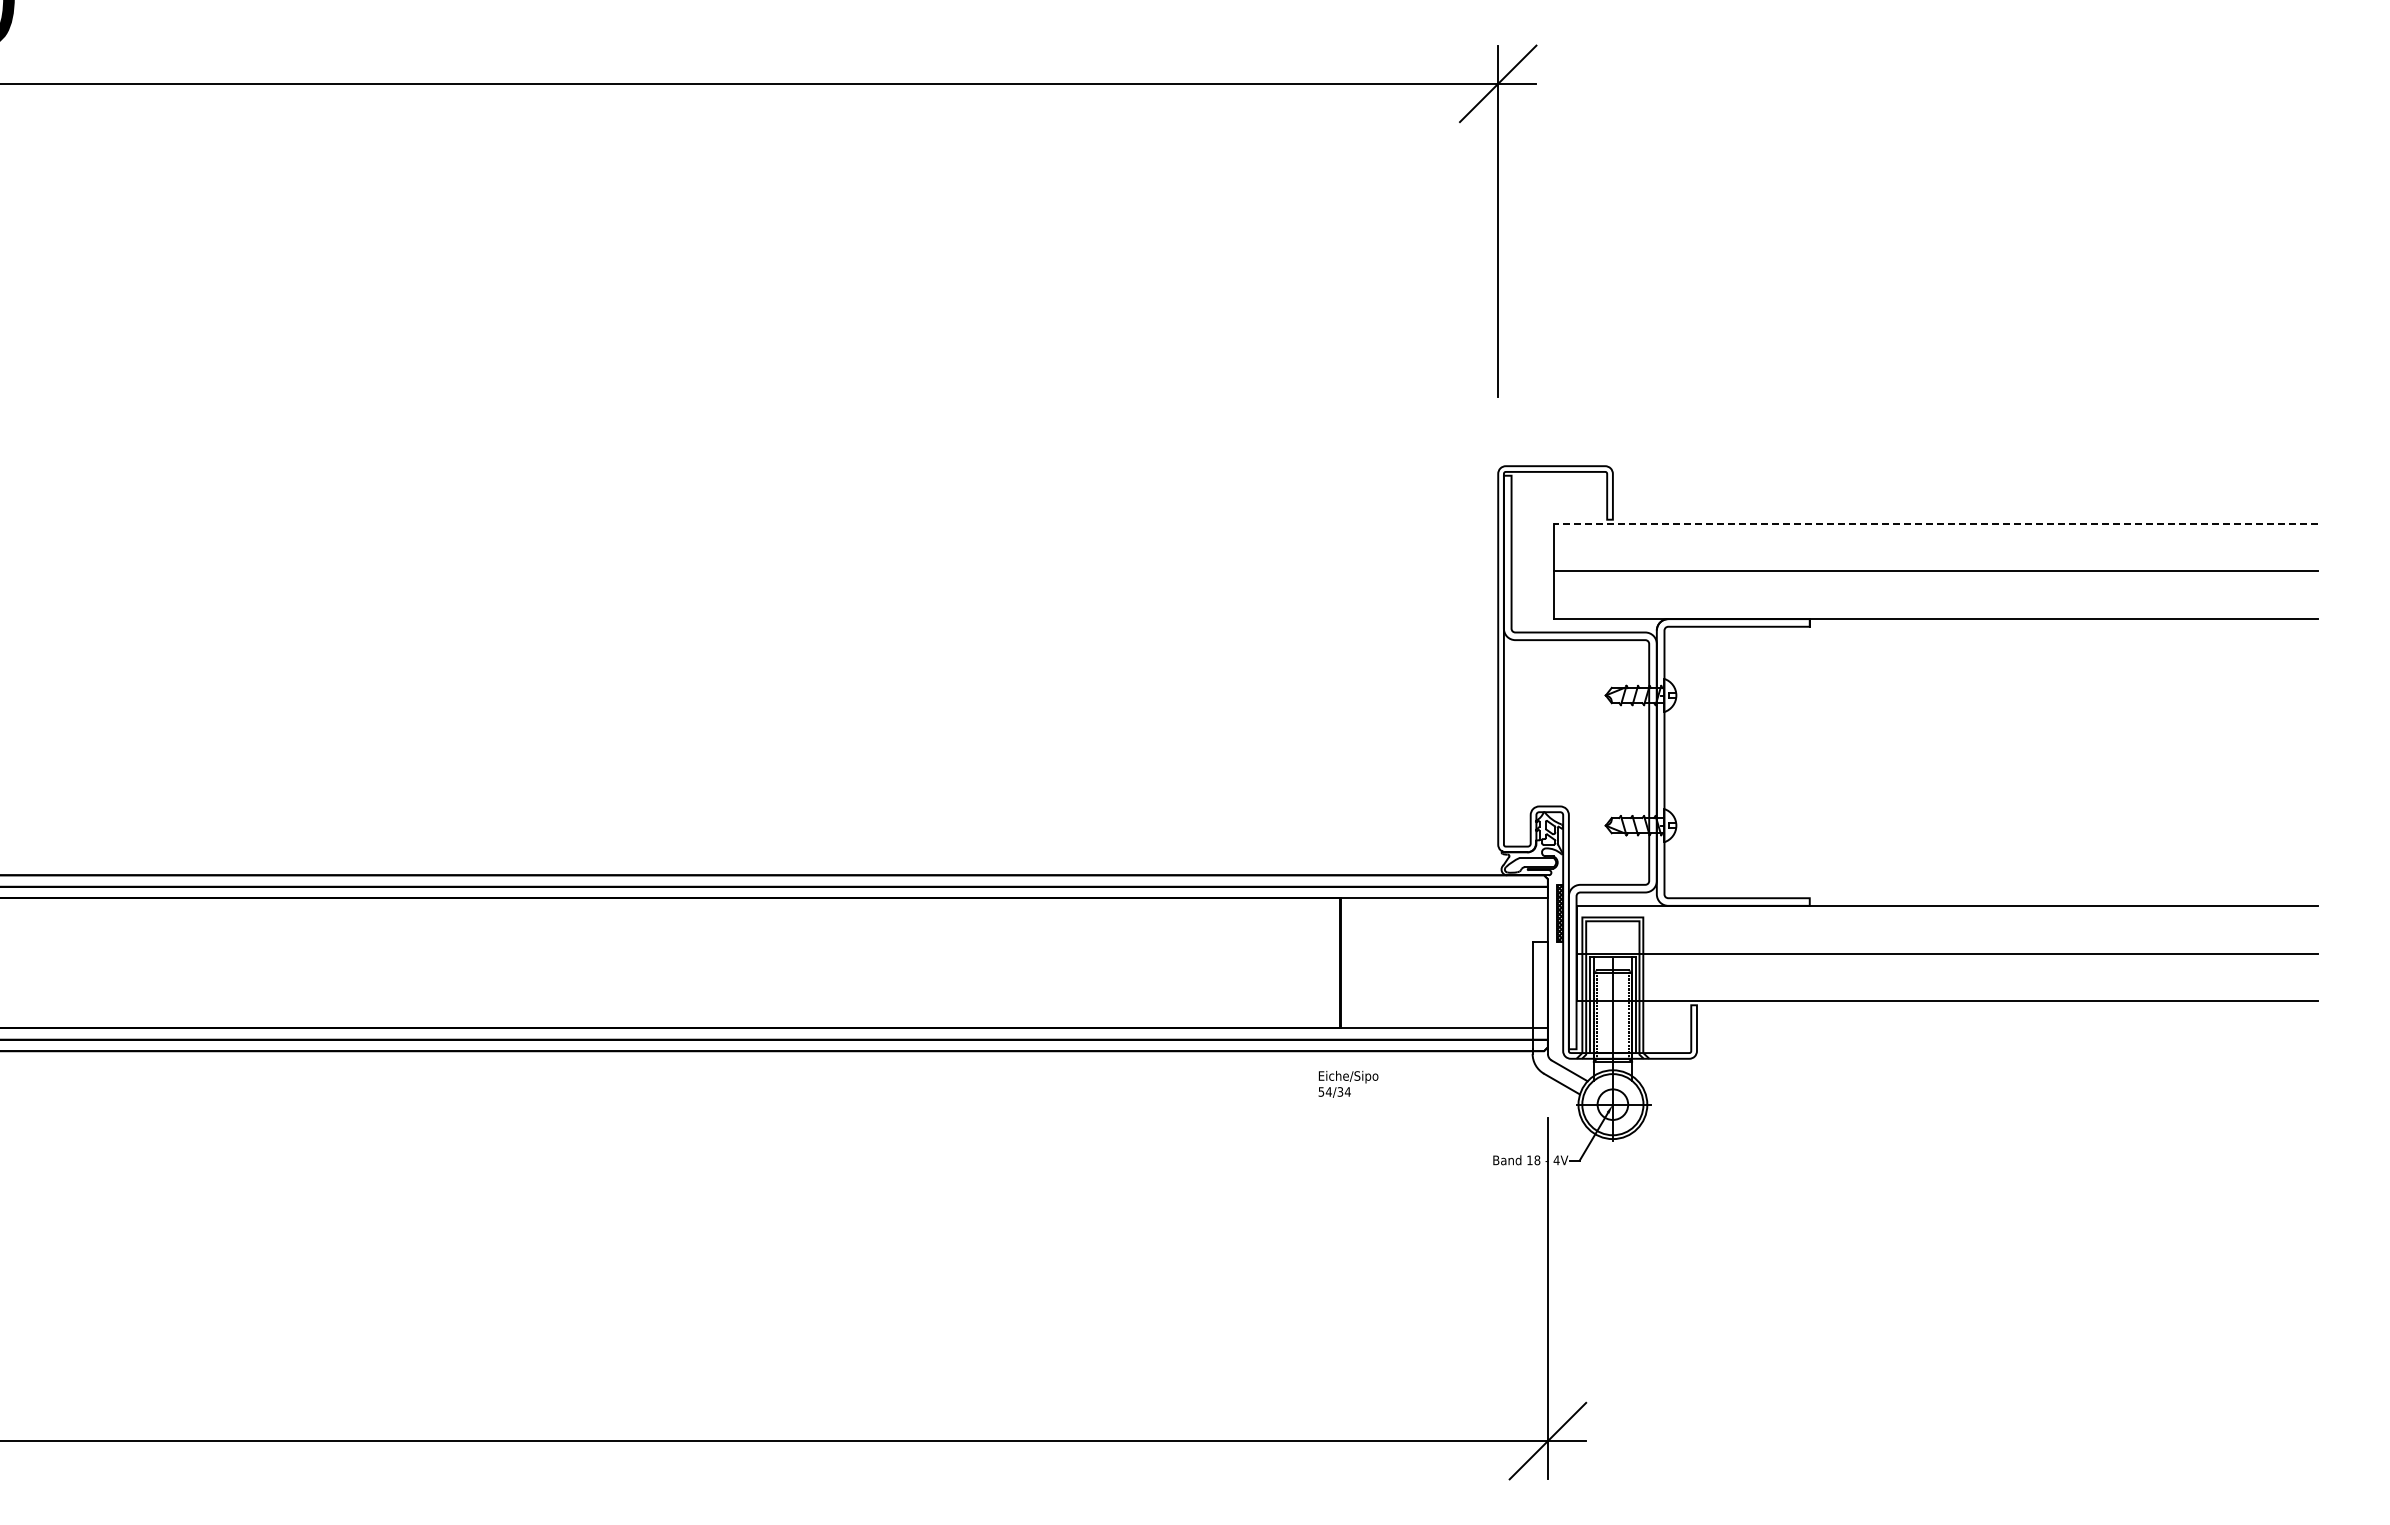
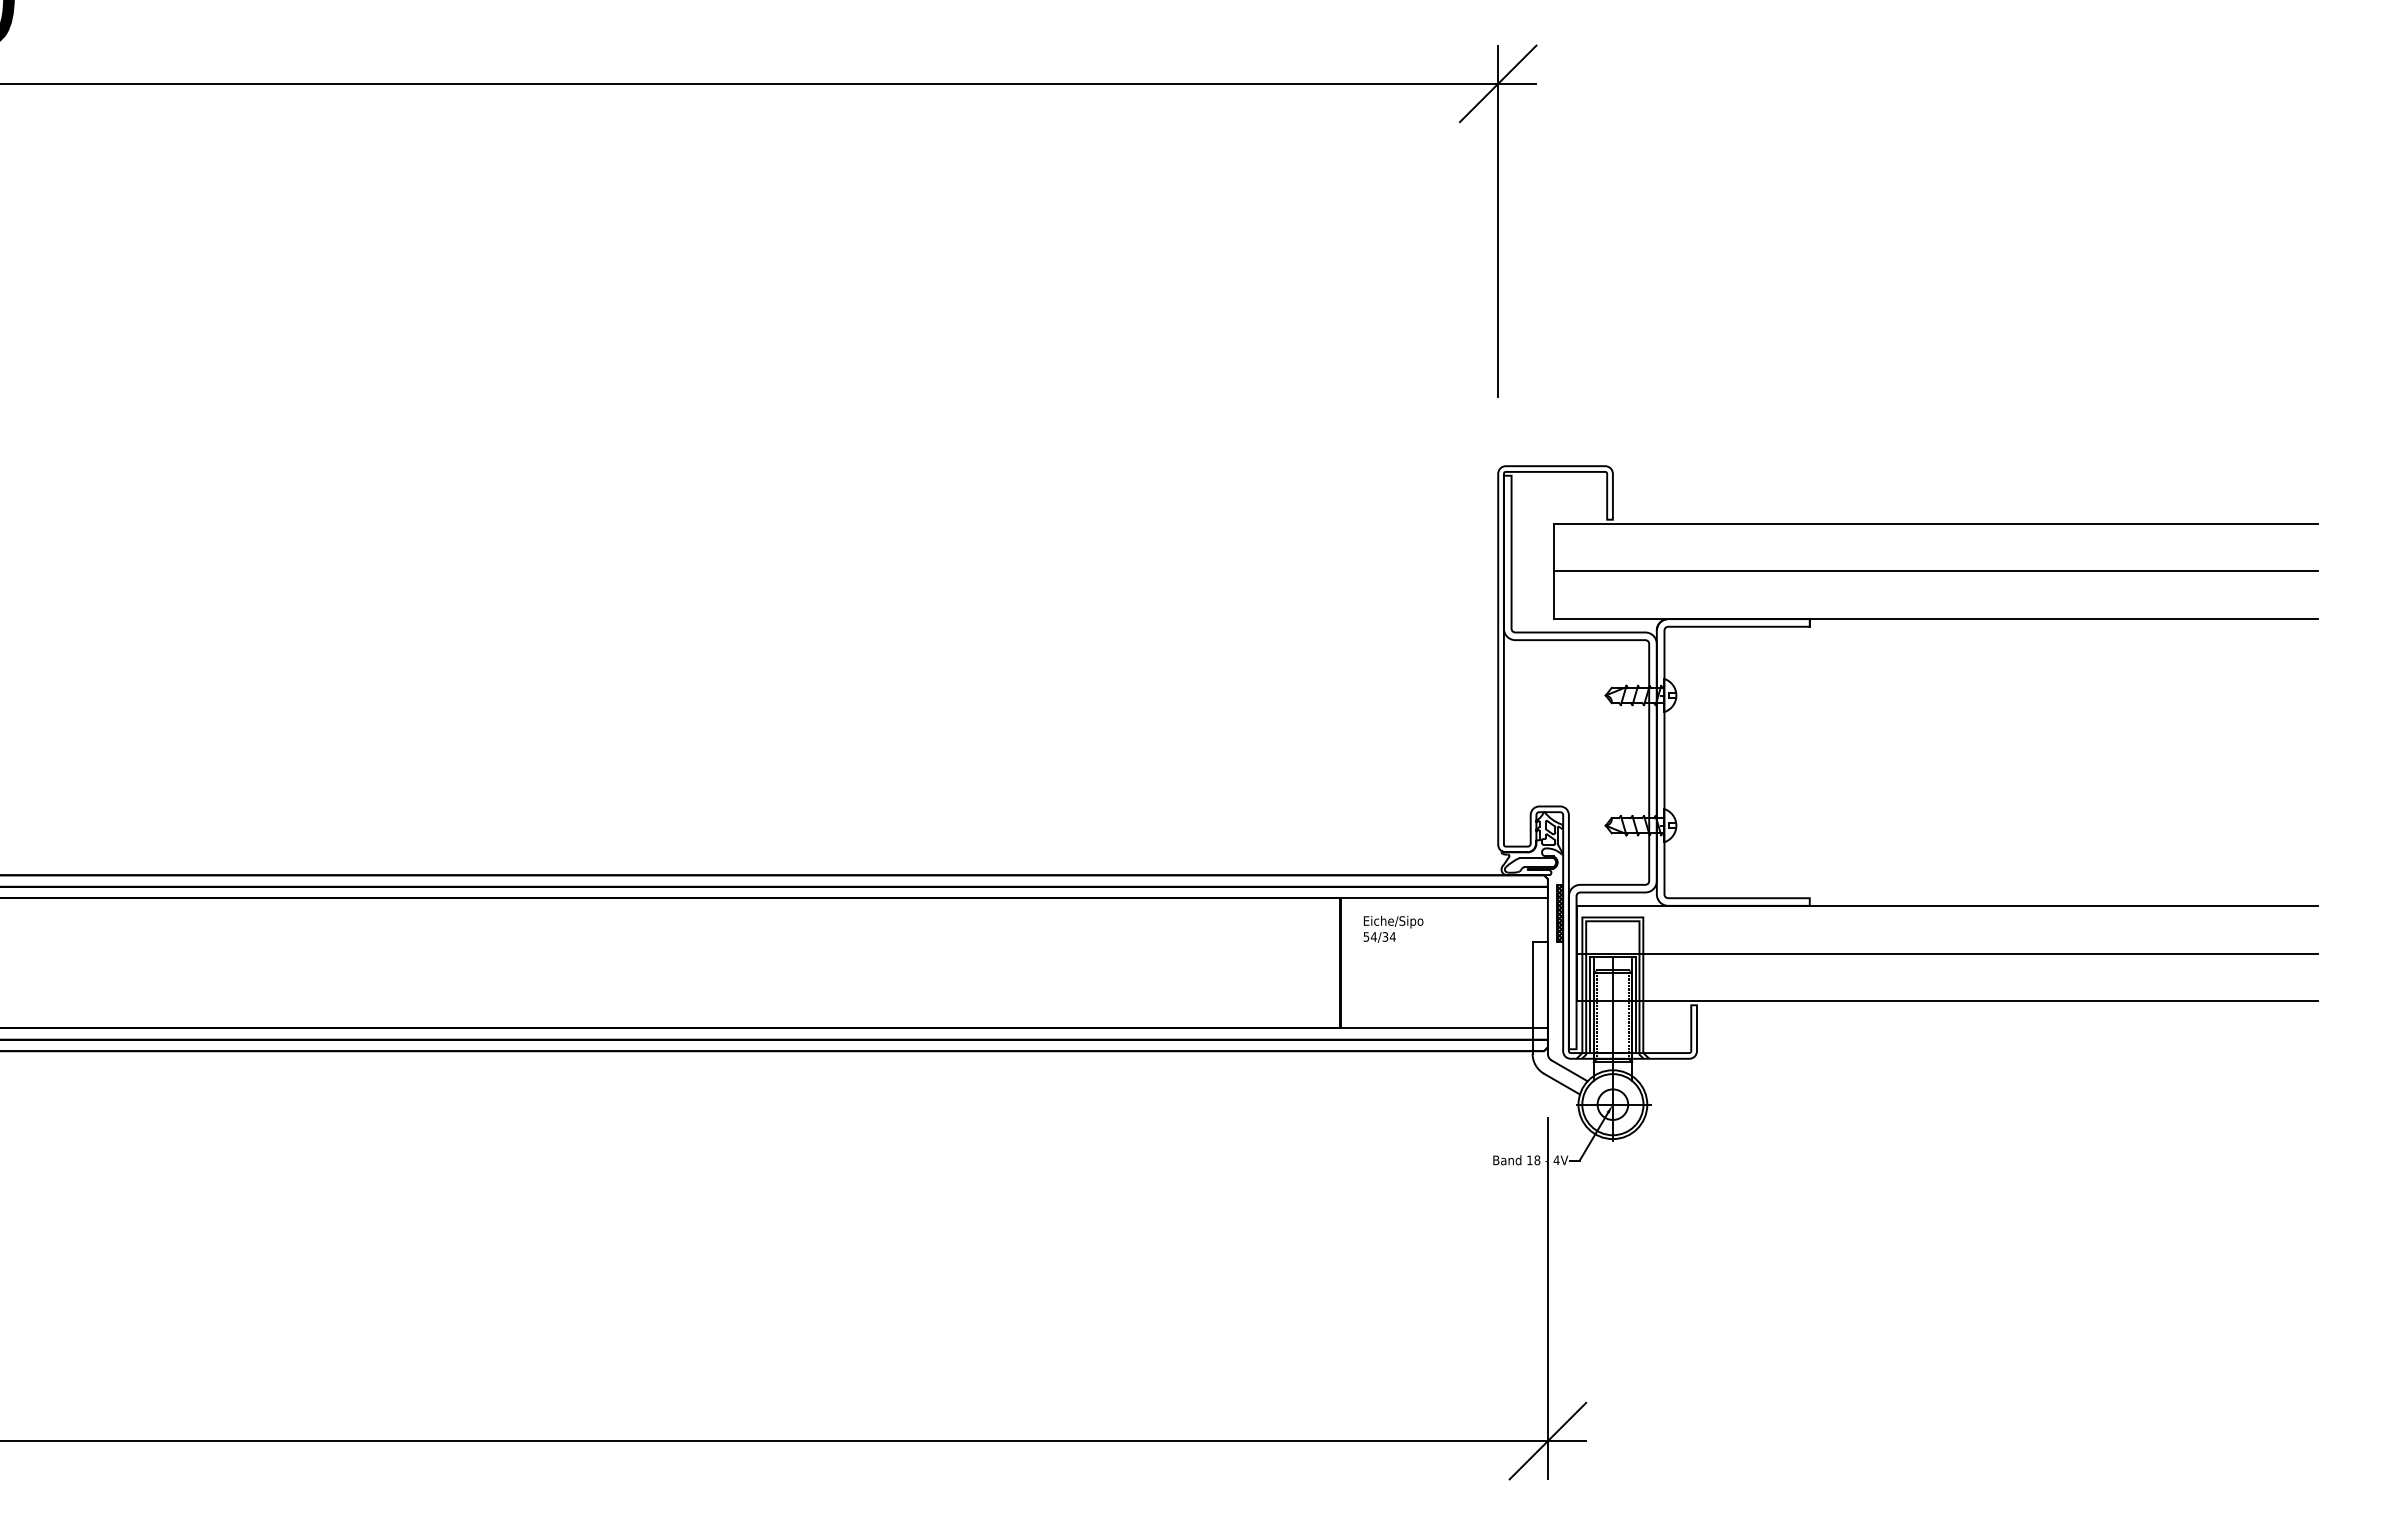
line at (1935, 523): dashed -> solid
text at (1348, 1083) position: (1348, 1083) -> (1393, 928)
